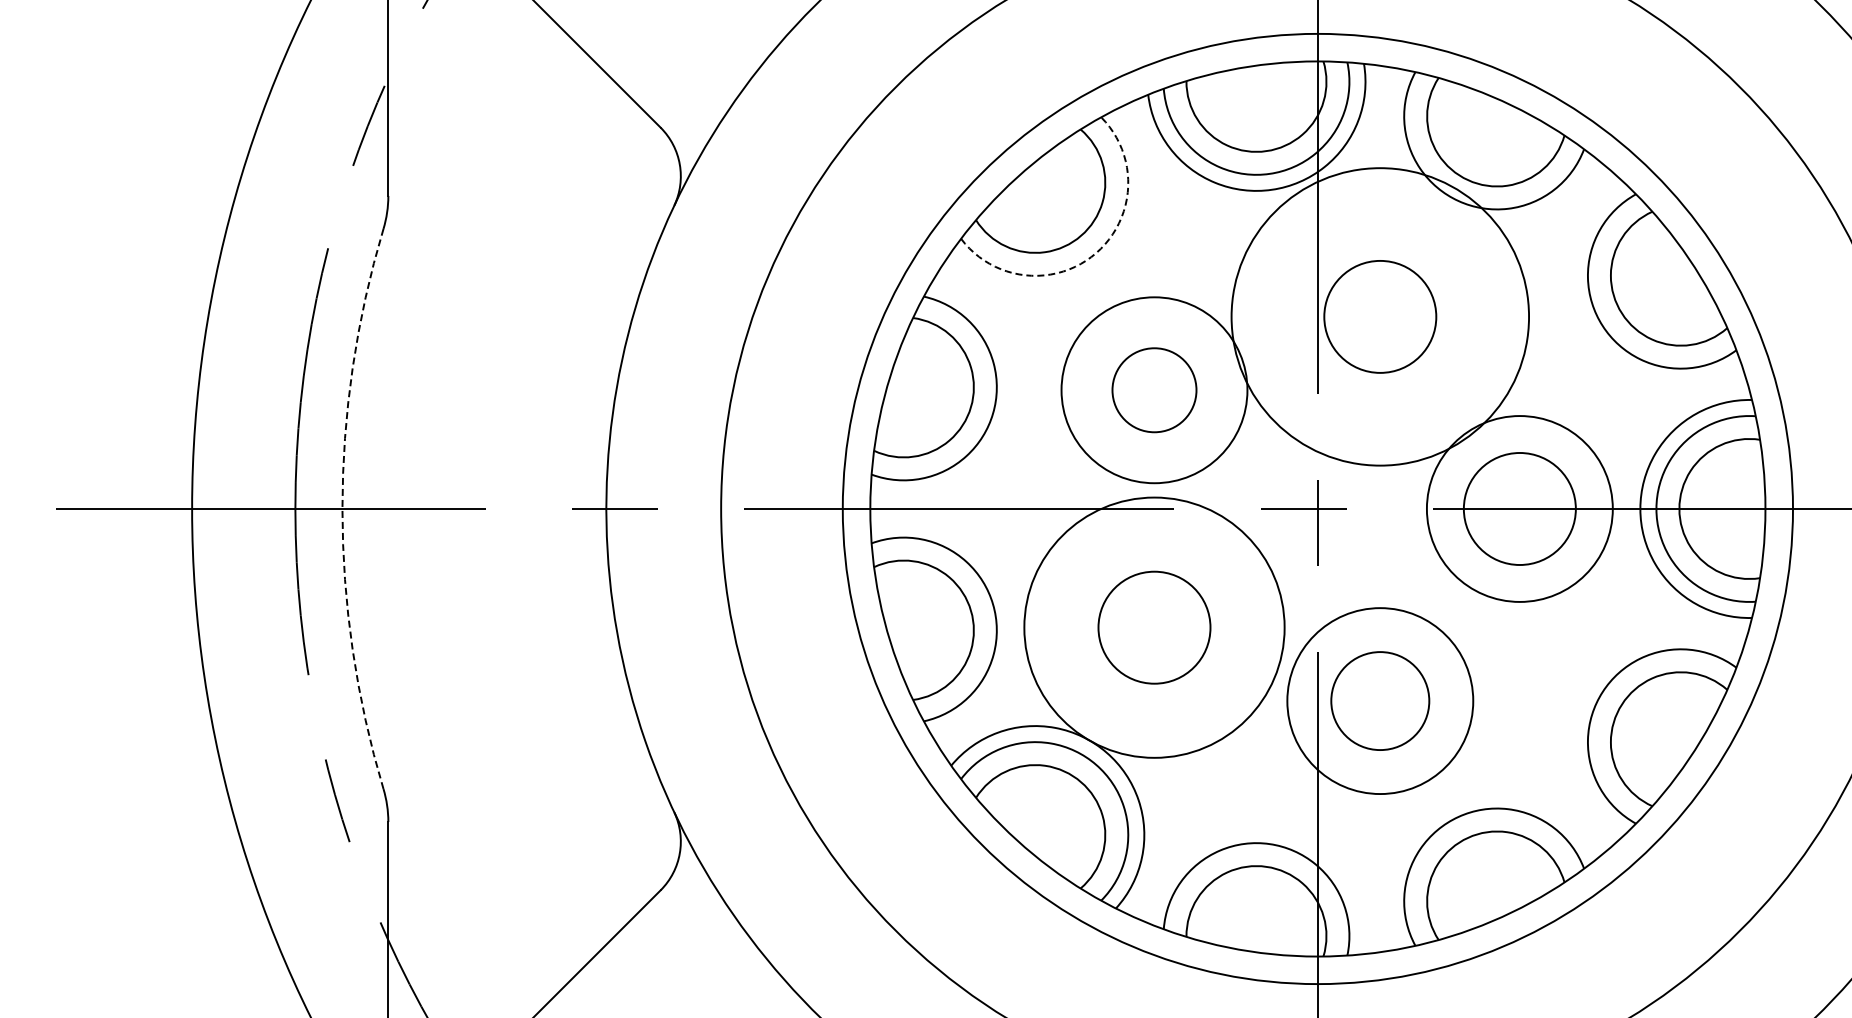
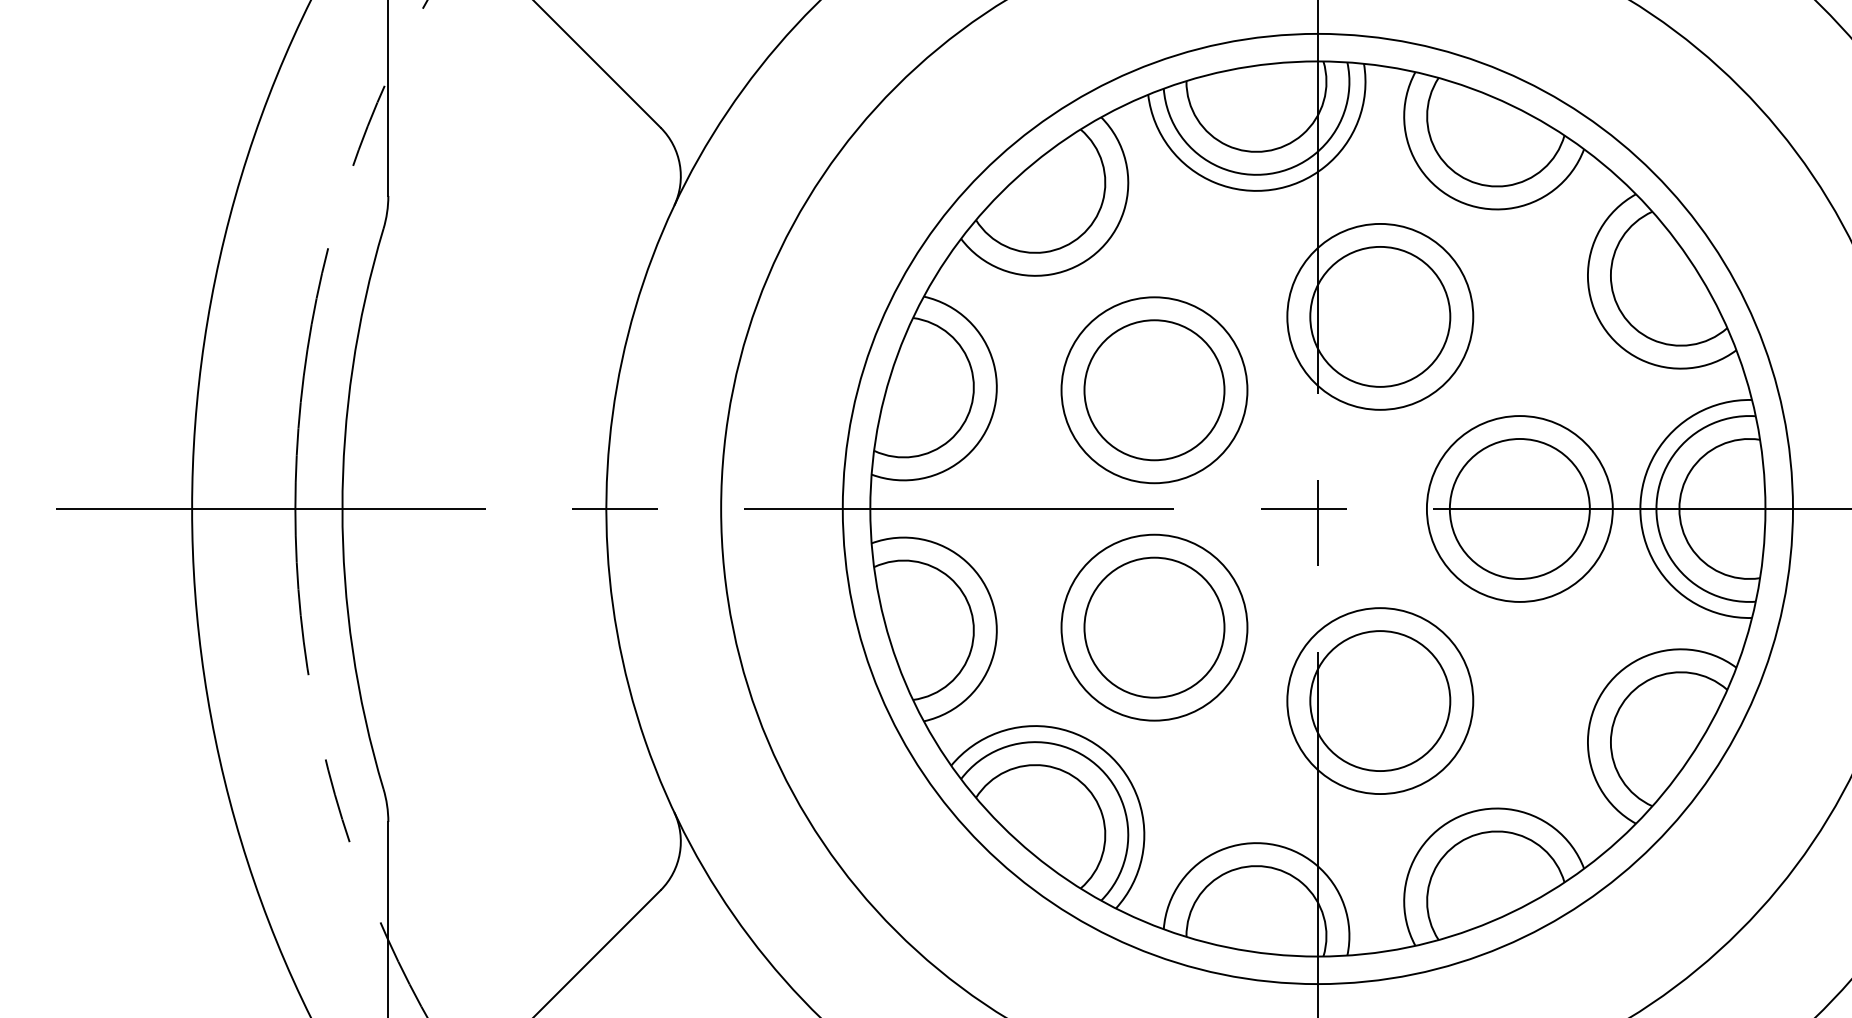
arc at (1096, 253): dashed -> solid
circle at (1380, 316) diameter: 112 px -> 140 px
circle at (1380, 316) diameter: 297 px -> 186 px
circle at (1154, 390) diameter: 84 px -> 140 px
arc at (342, 508): dashed -> solid
circle at (1519, 508) diameter: 112 px -> 140 px
circle at (1154, 627) diameter: 112 px -> 140 px
circle at (1154, 627) diameter: 260 px -> 186 px
circle at (1380, 701) diameter: 98 px -> 140 px
